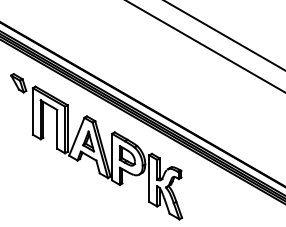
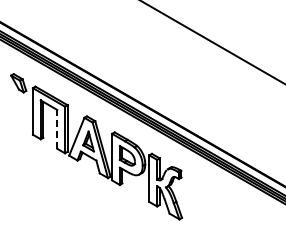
line at (224, 35): present -> none
line at (205, 46) position: (205, 46) -> (212, 42)
line at (57, 128): solid -> dashed
